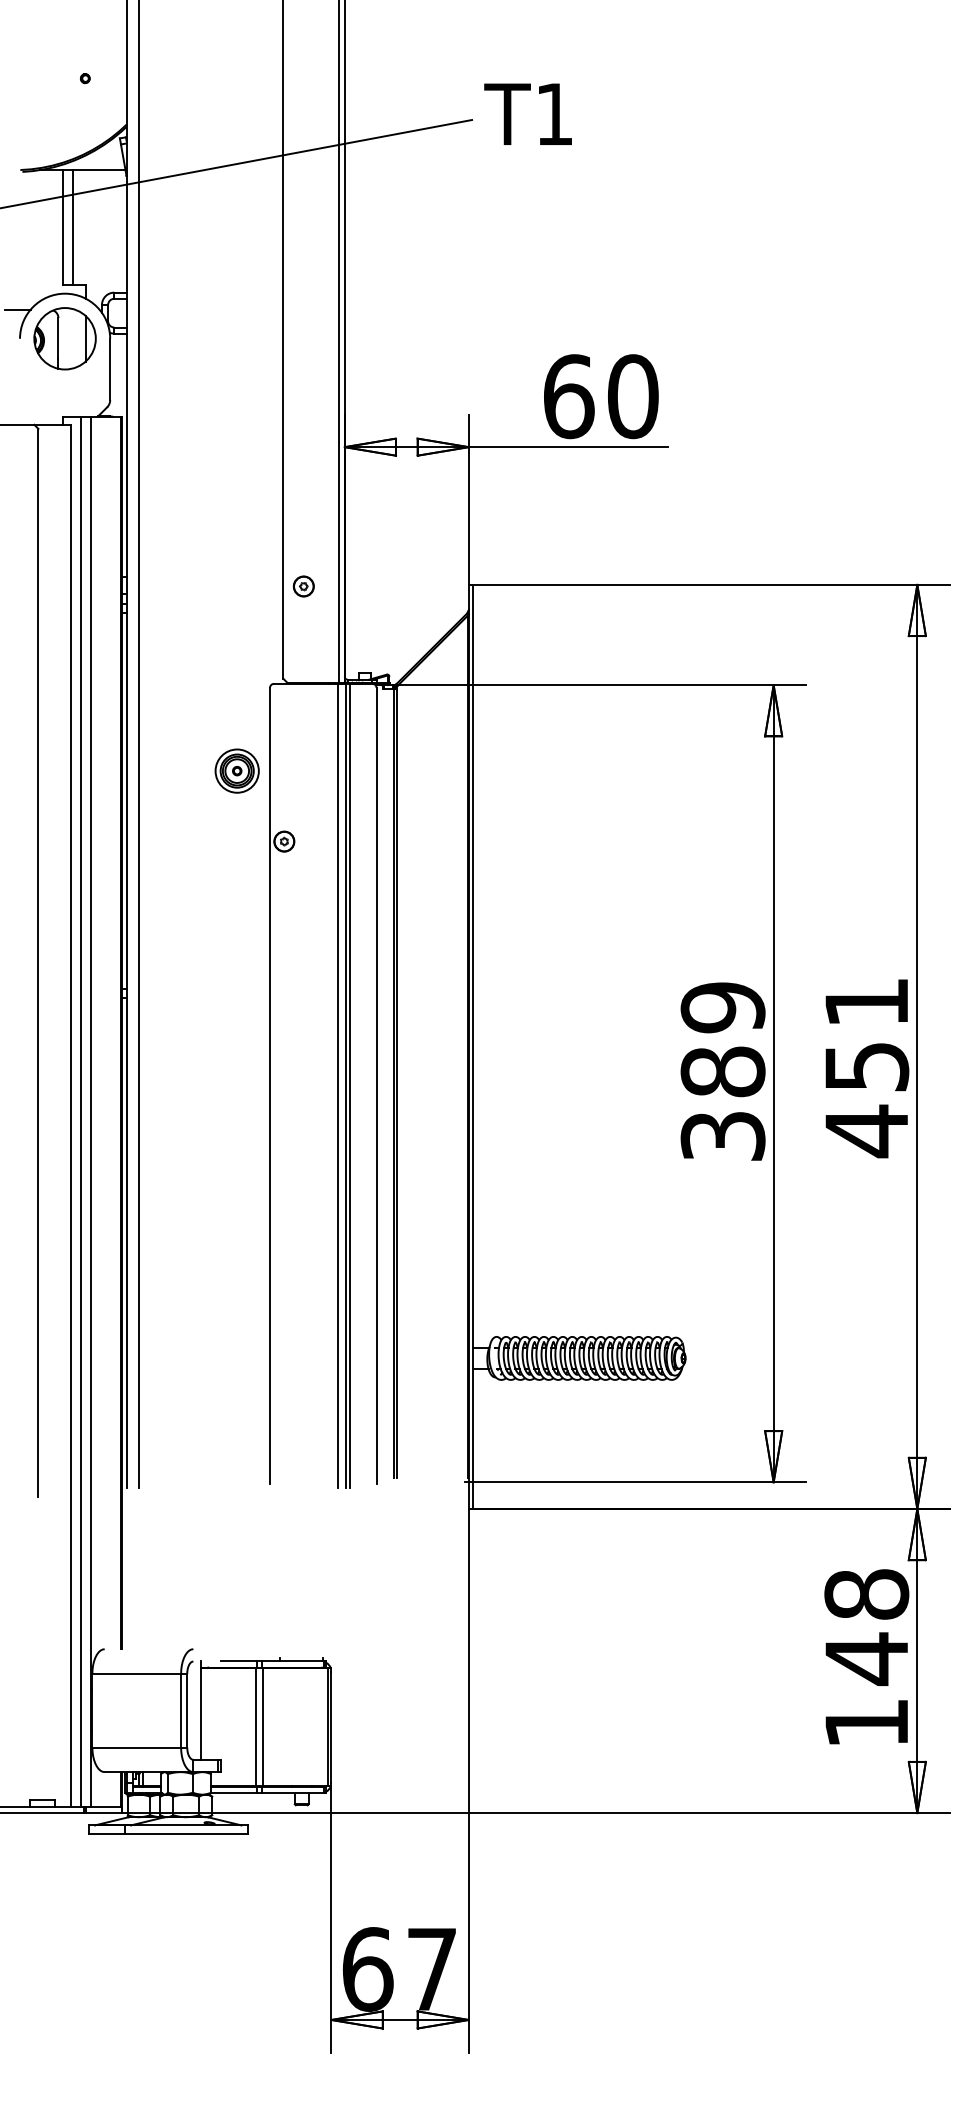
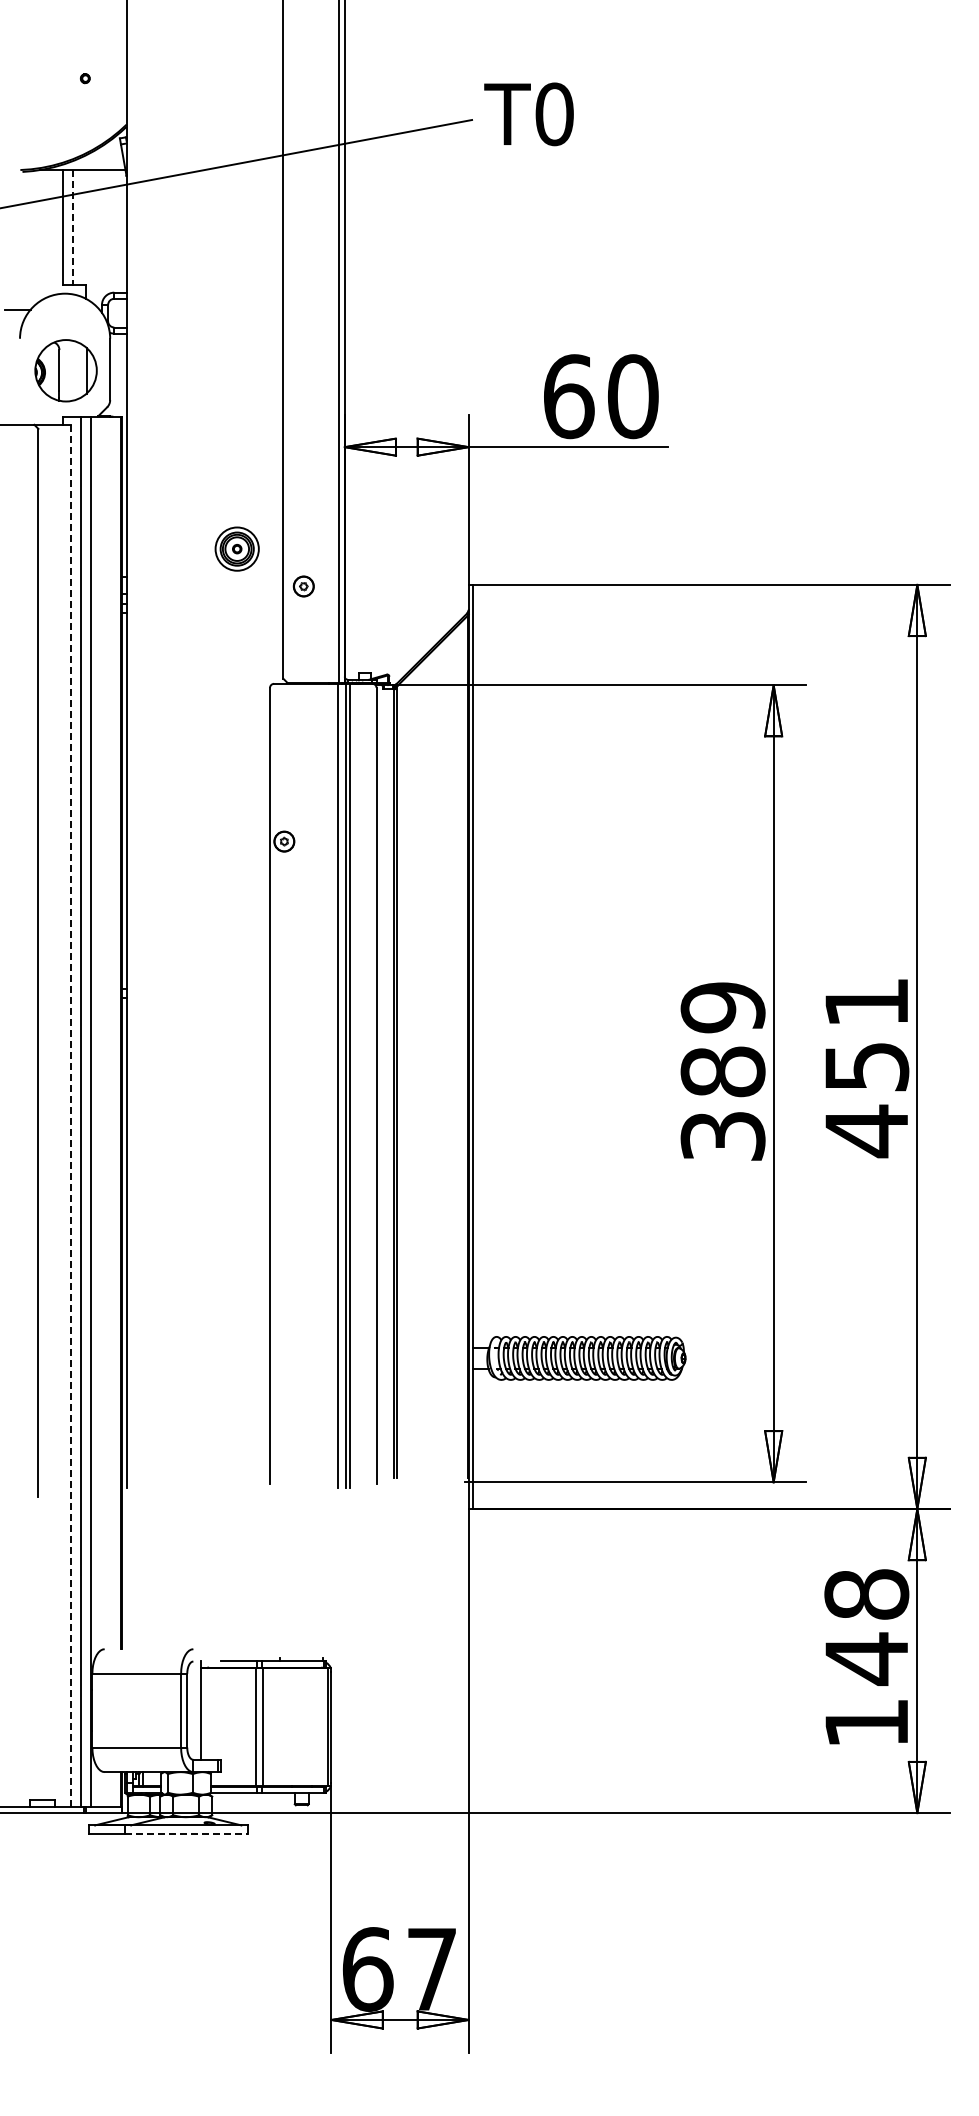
text at (554, 114): T1 -> T0
line at (73, 227): solid -> dashed
part at (64, 338) position: (64, 338) -> (65, 370)
line at (138, 744): present -> none
part at (236, 770) position: (236, 770) -> (236, 548)
line at (71, 1115): solid -> dashed
line at (186, 1833): solid -> dashed
